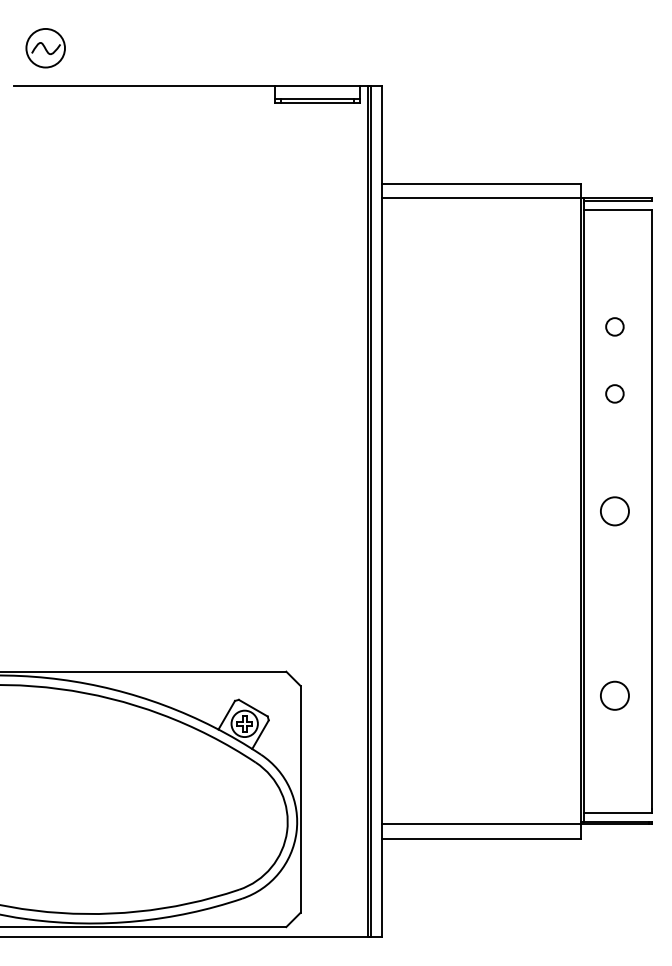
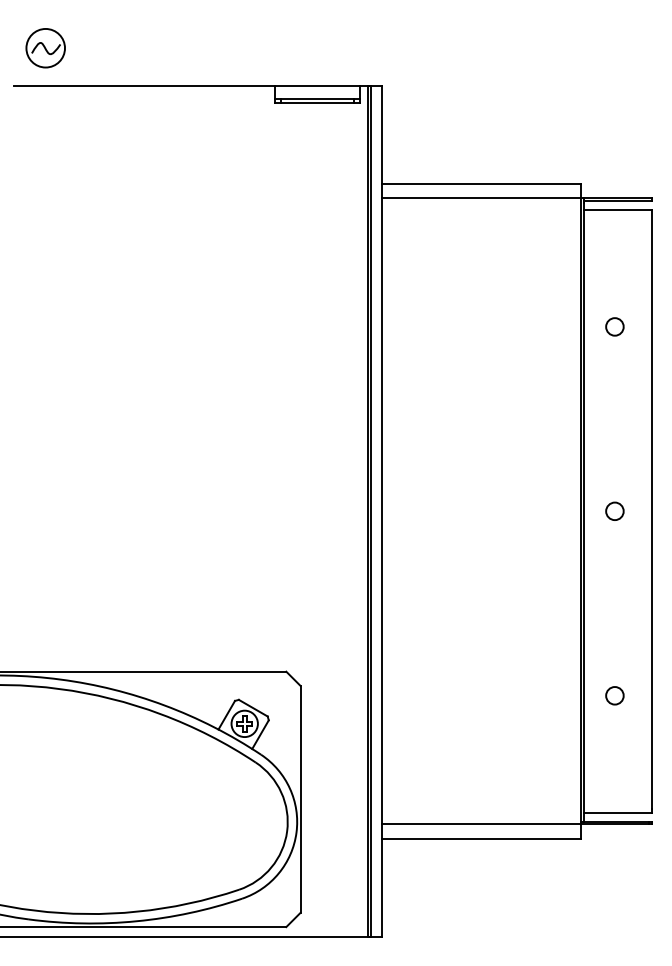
circle at (614, 393): present -> none
circle at (614, 511) diameter: 28 px -> 18 px
circle at (614, 695) diameter: 28 px -> 18 px
